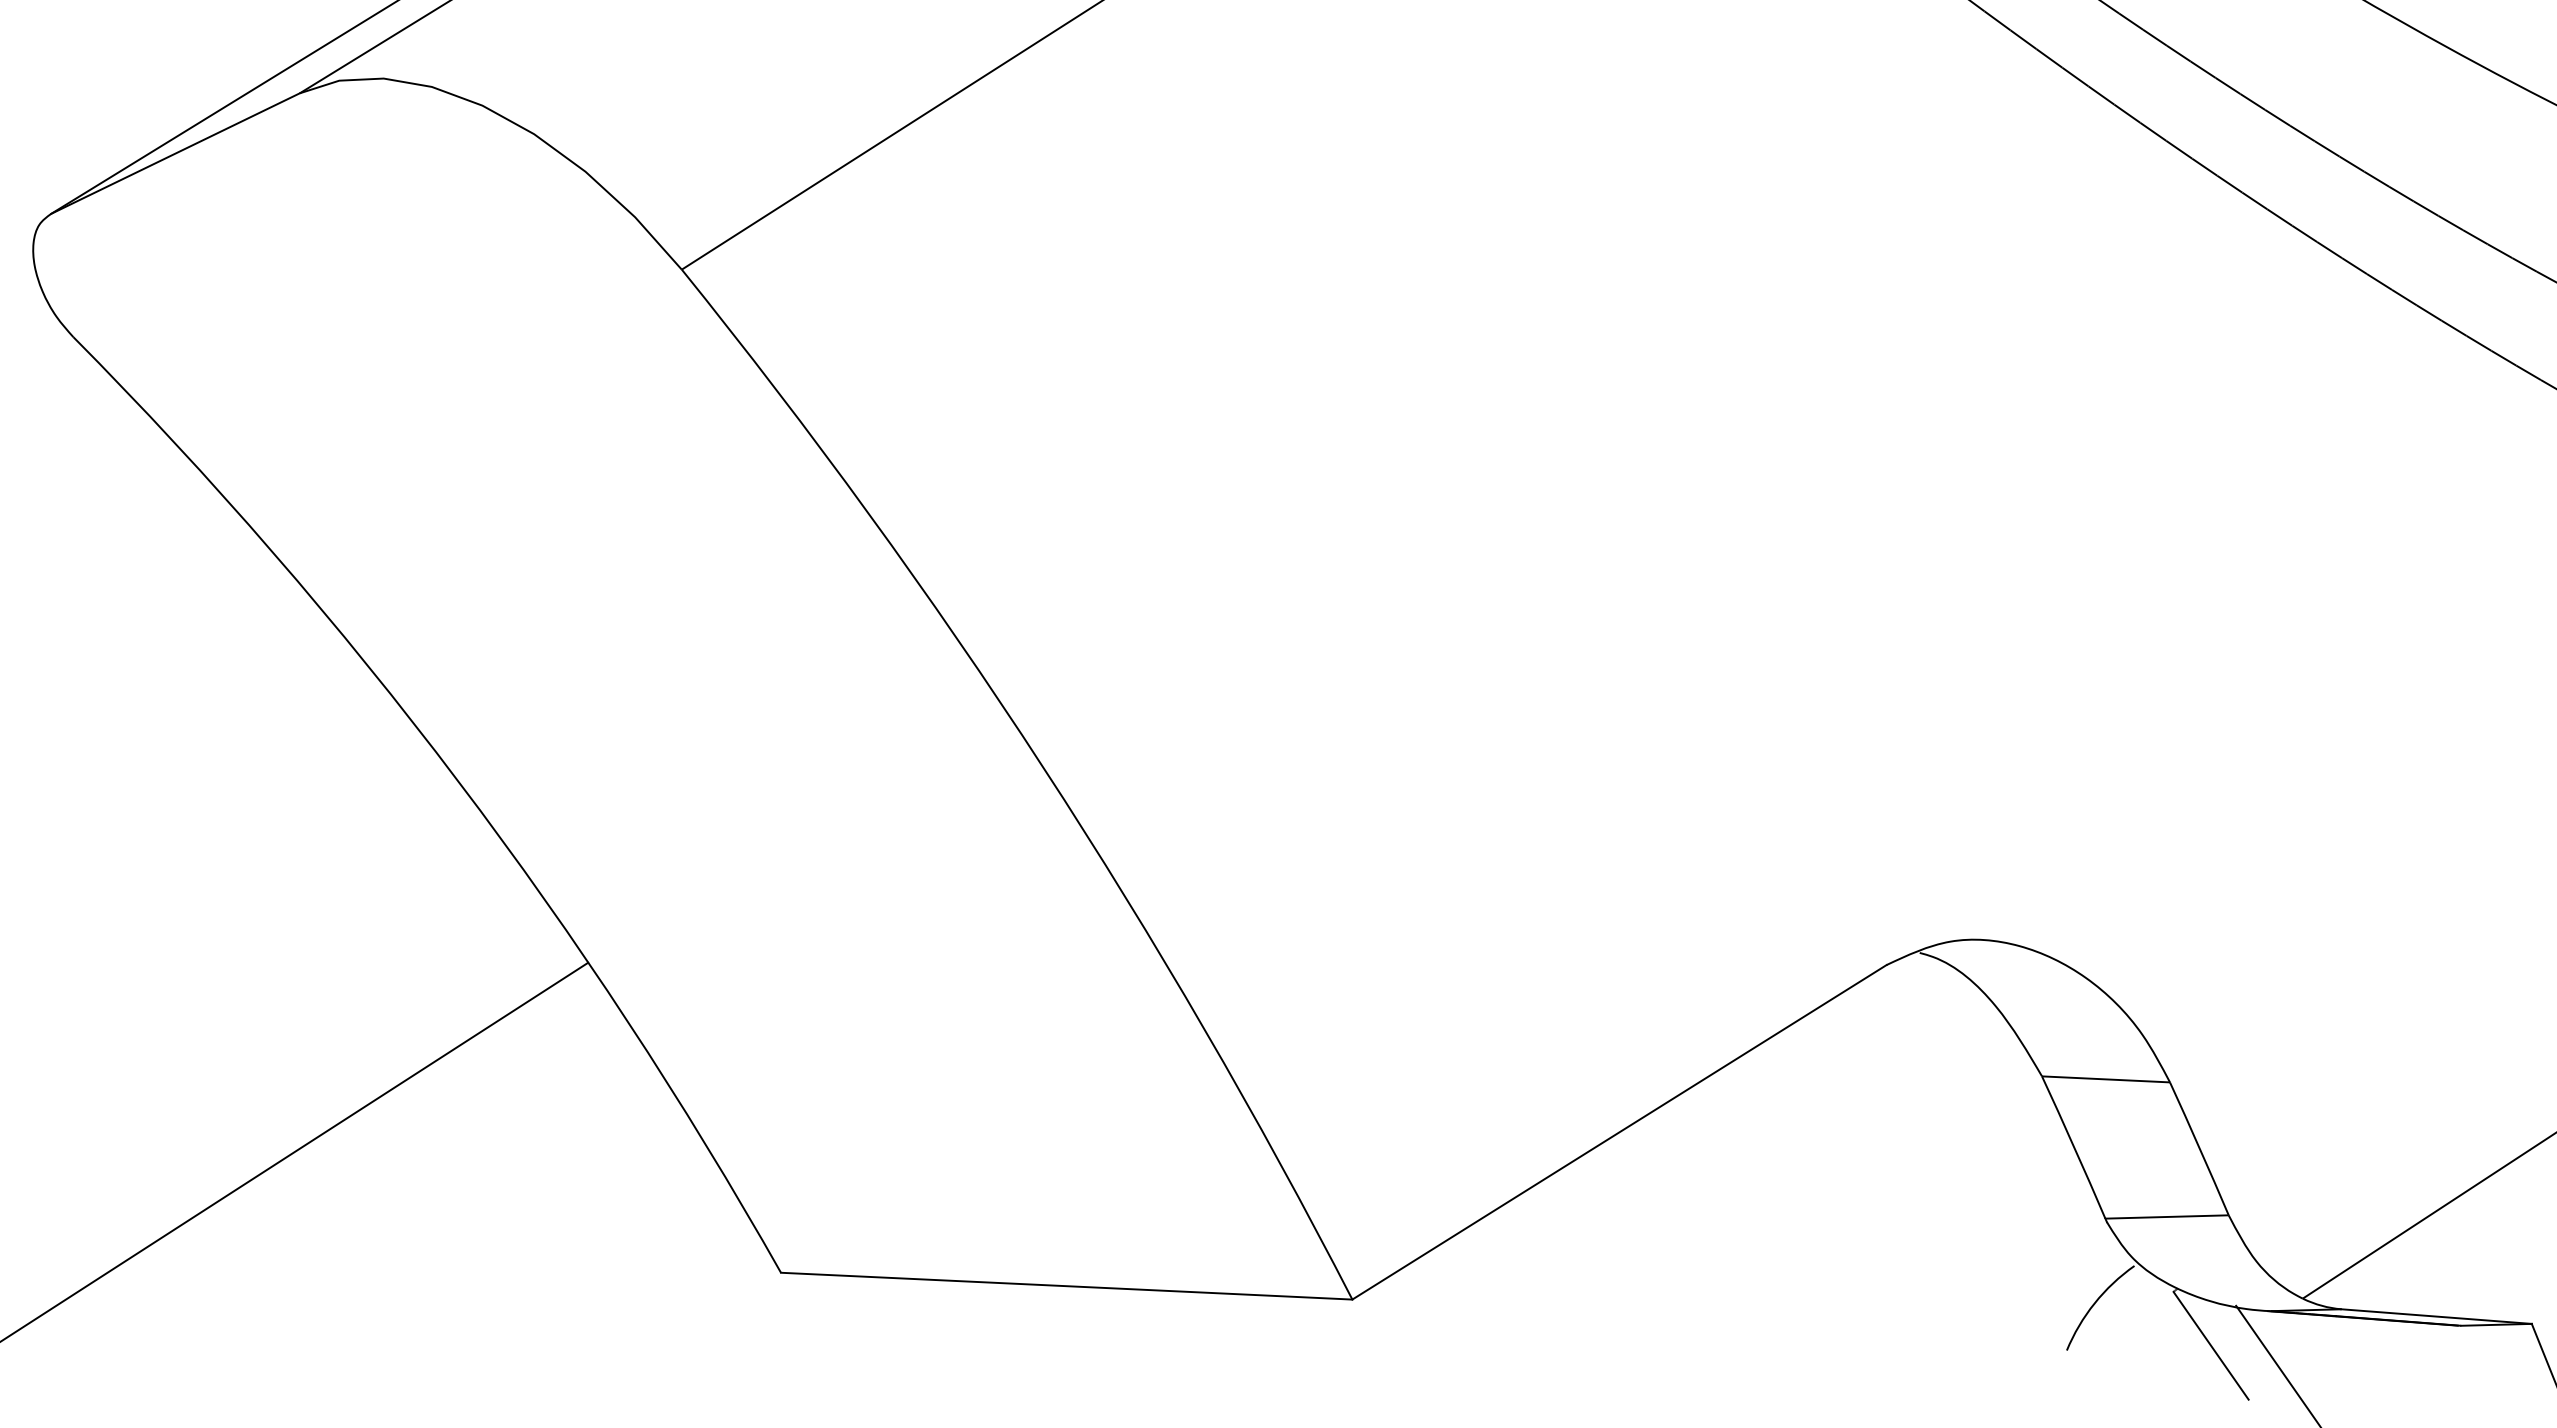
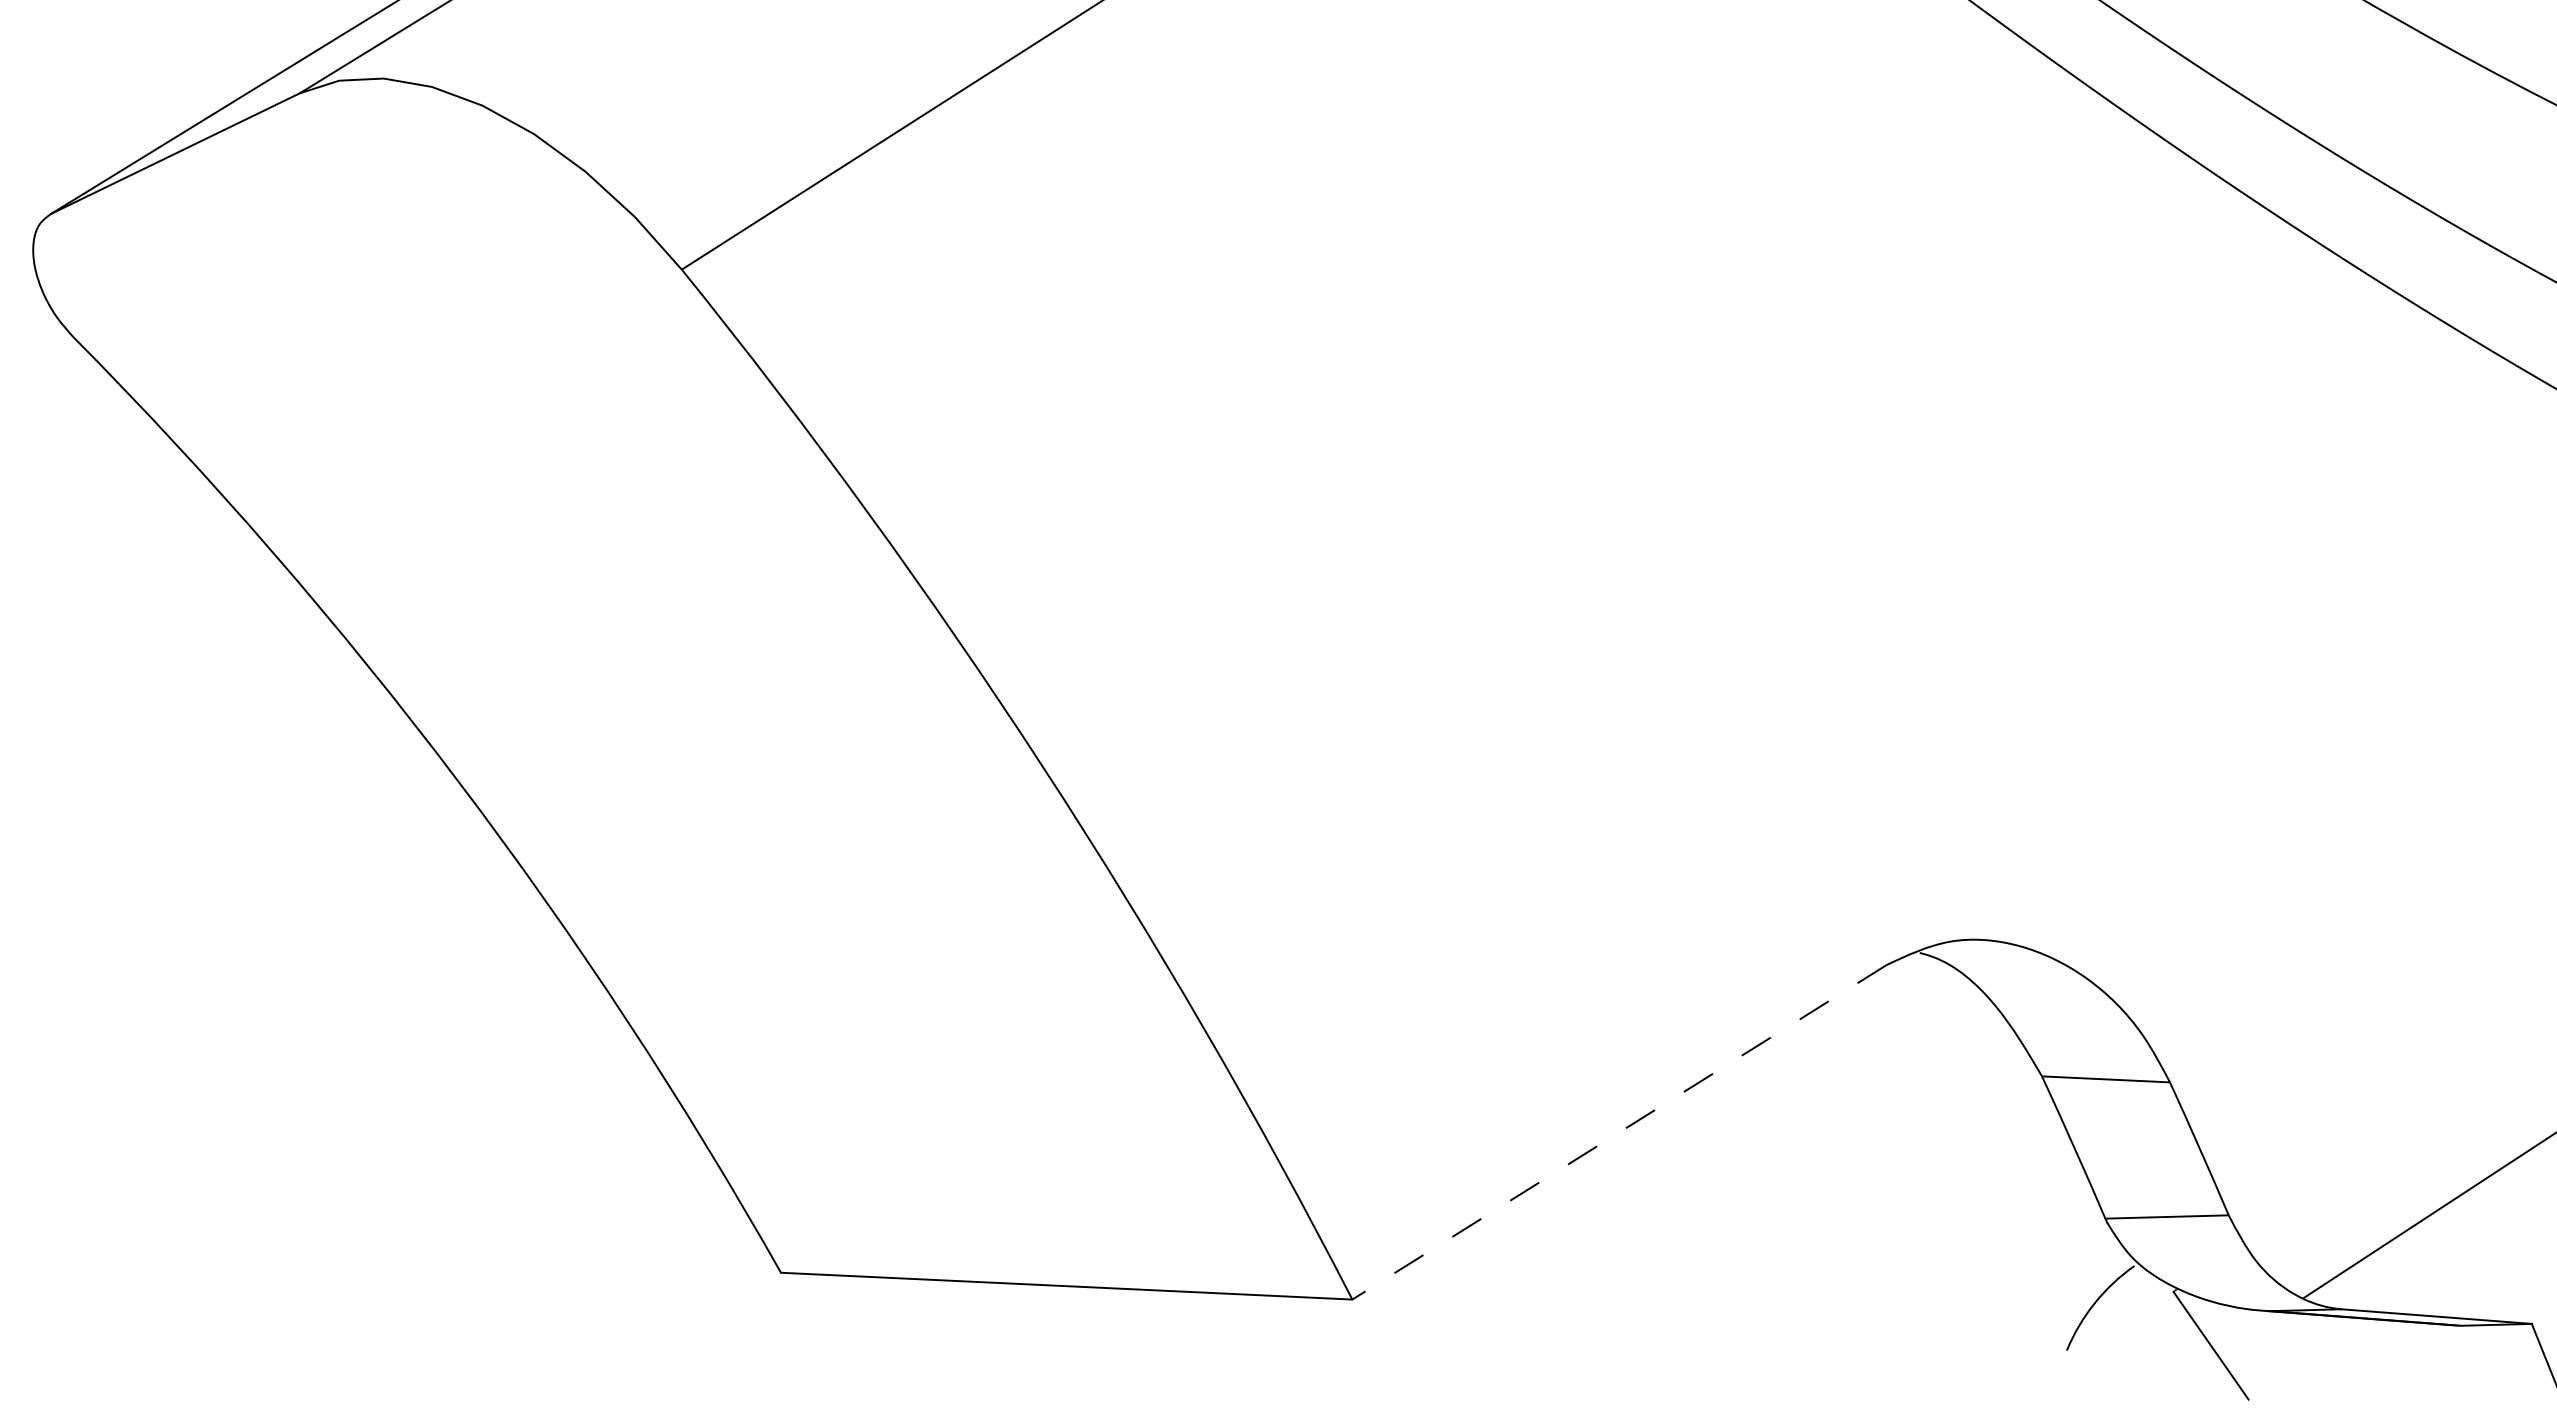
line at (1619, 1132): solid -> dashed
line at (295, 1151): present -> none
line at (2277, 1364): present -> none
